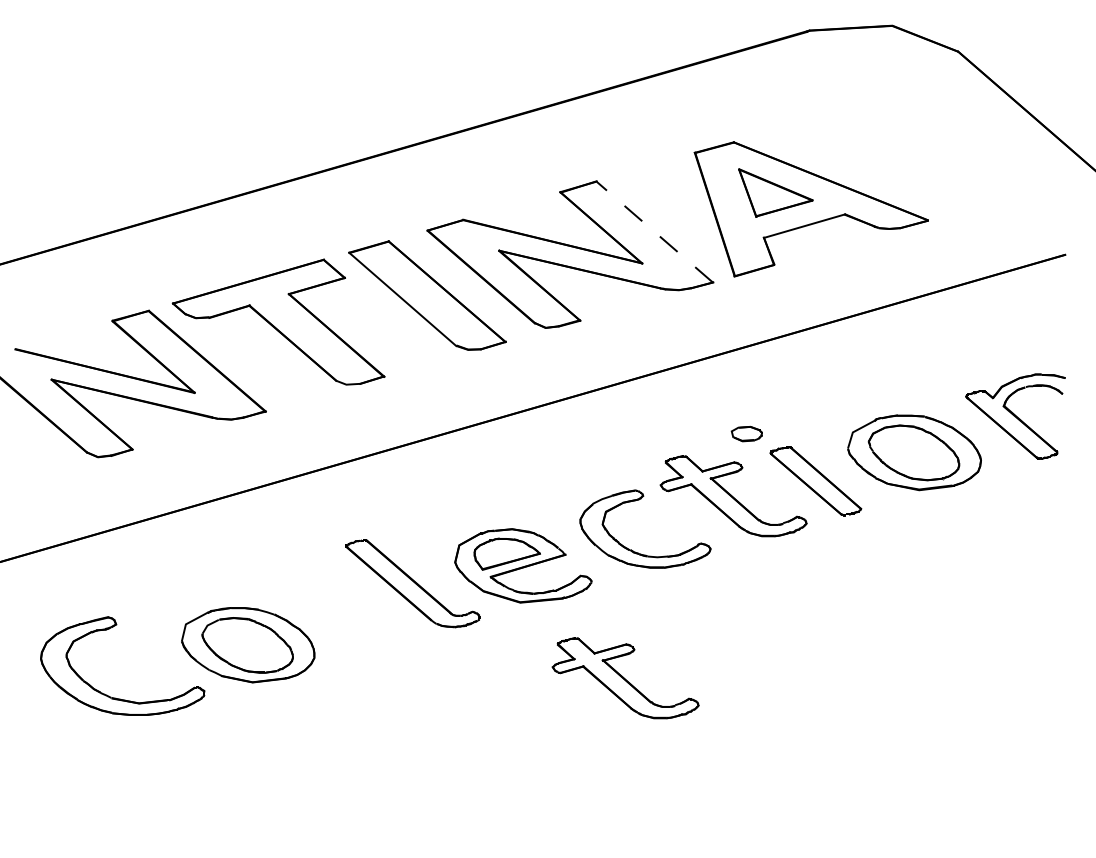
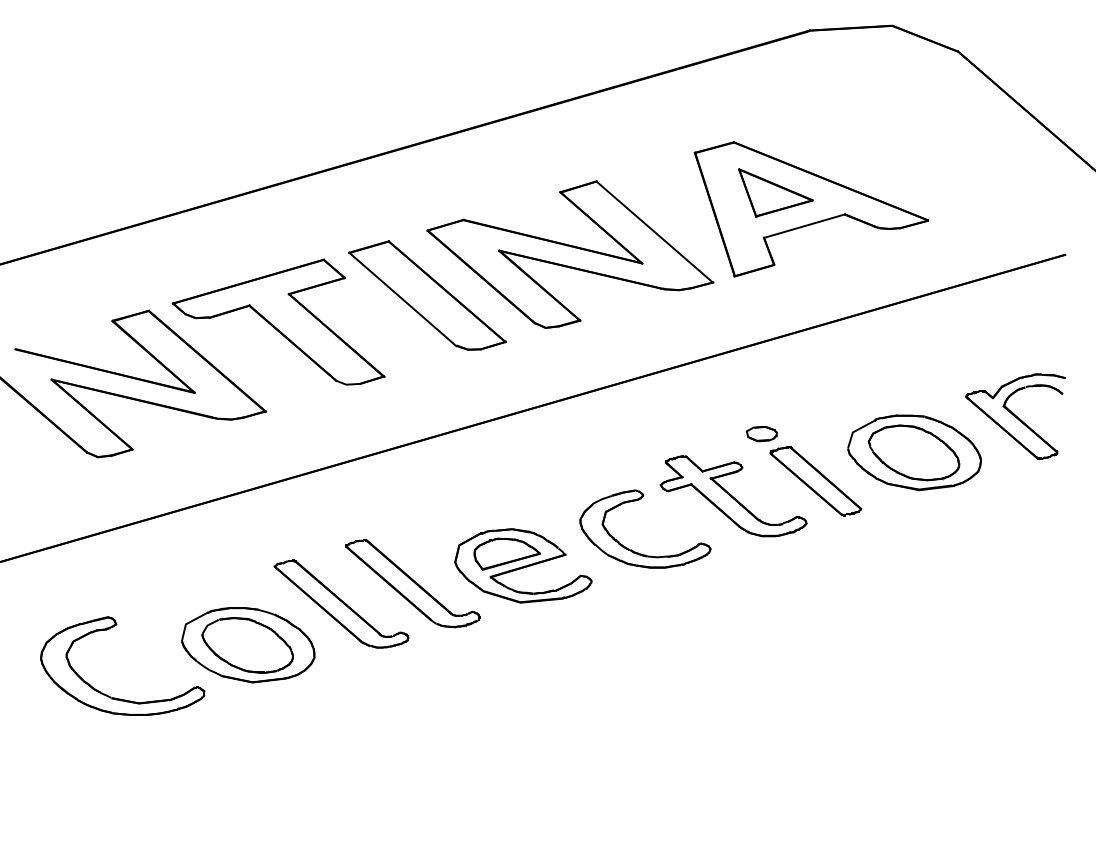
line at (654, 232): dashed -> solid
part at (746, 433) position: (746, 433) -> (761, 433)
part at (341, 603): none -> present
part at (625, 678): present -> none
